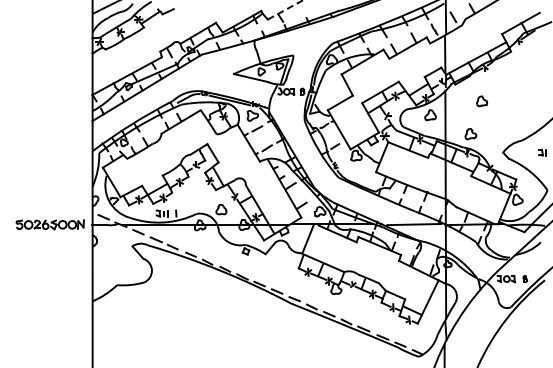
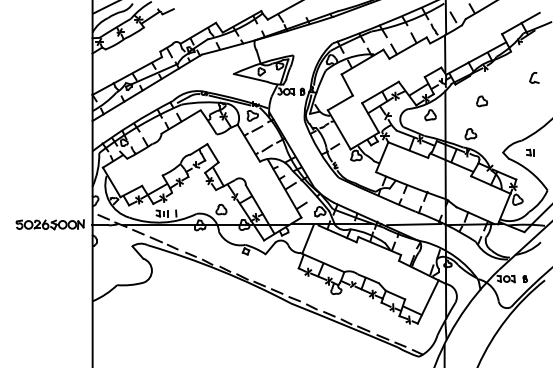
line at (285, 9): dashed -> solid
part at (534, 77): none -> present
part at (542, 152) position: (542, 152) -> (530, 152)
